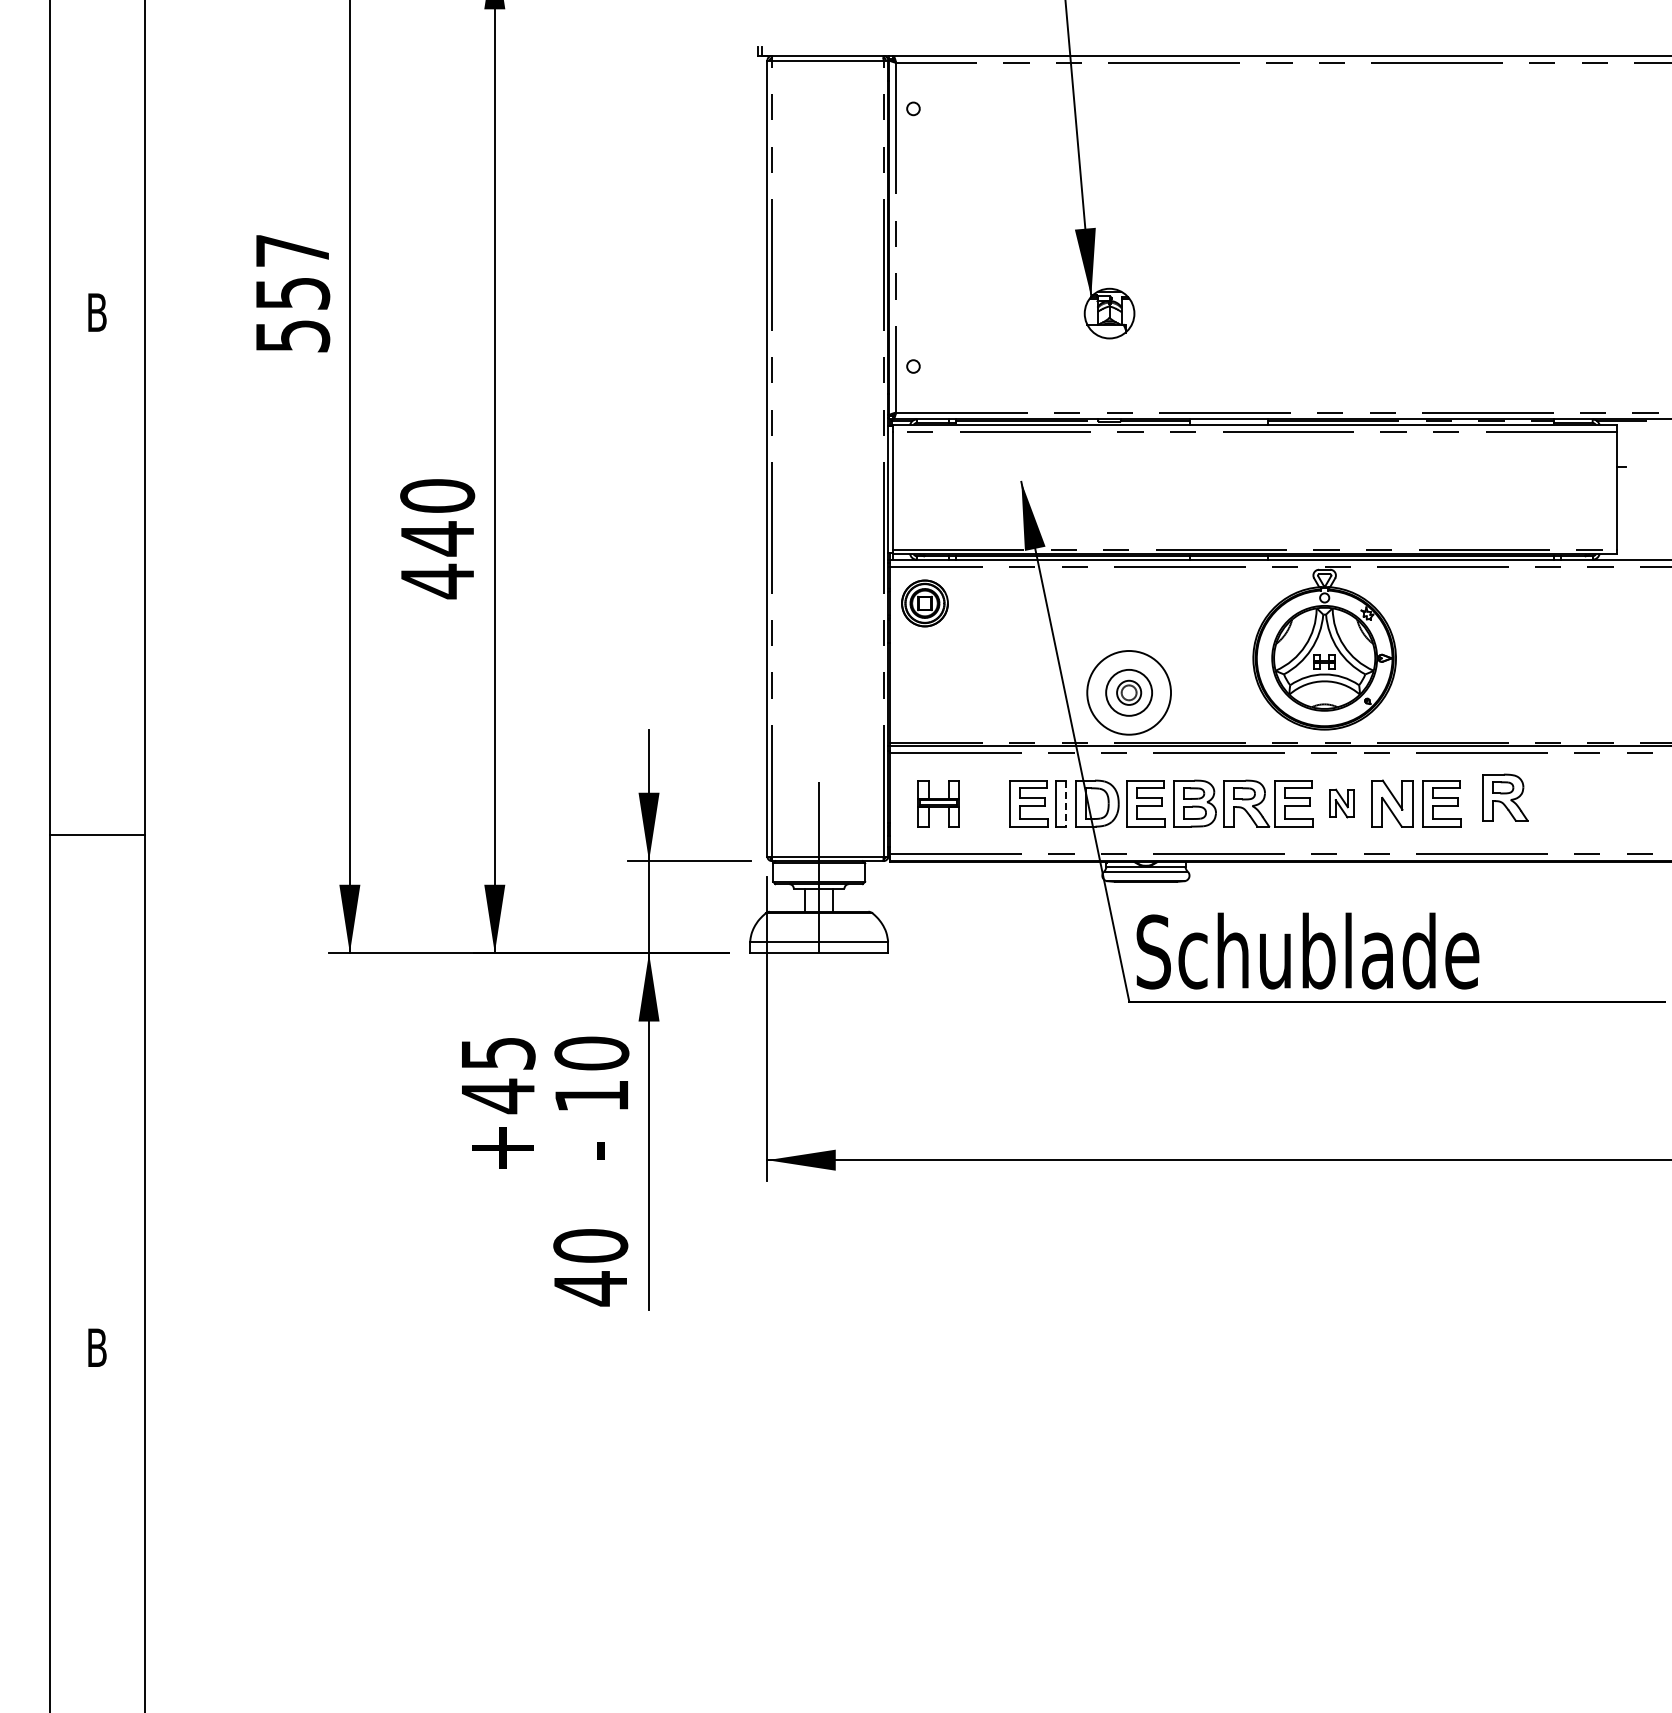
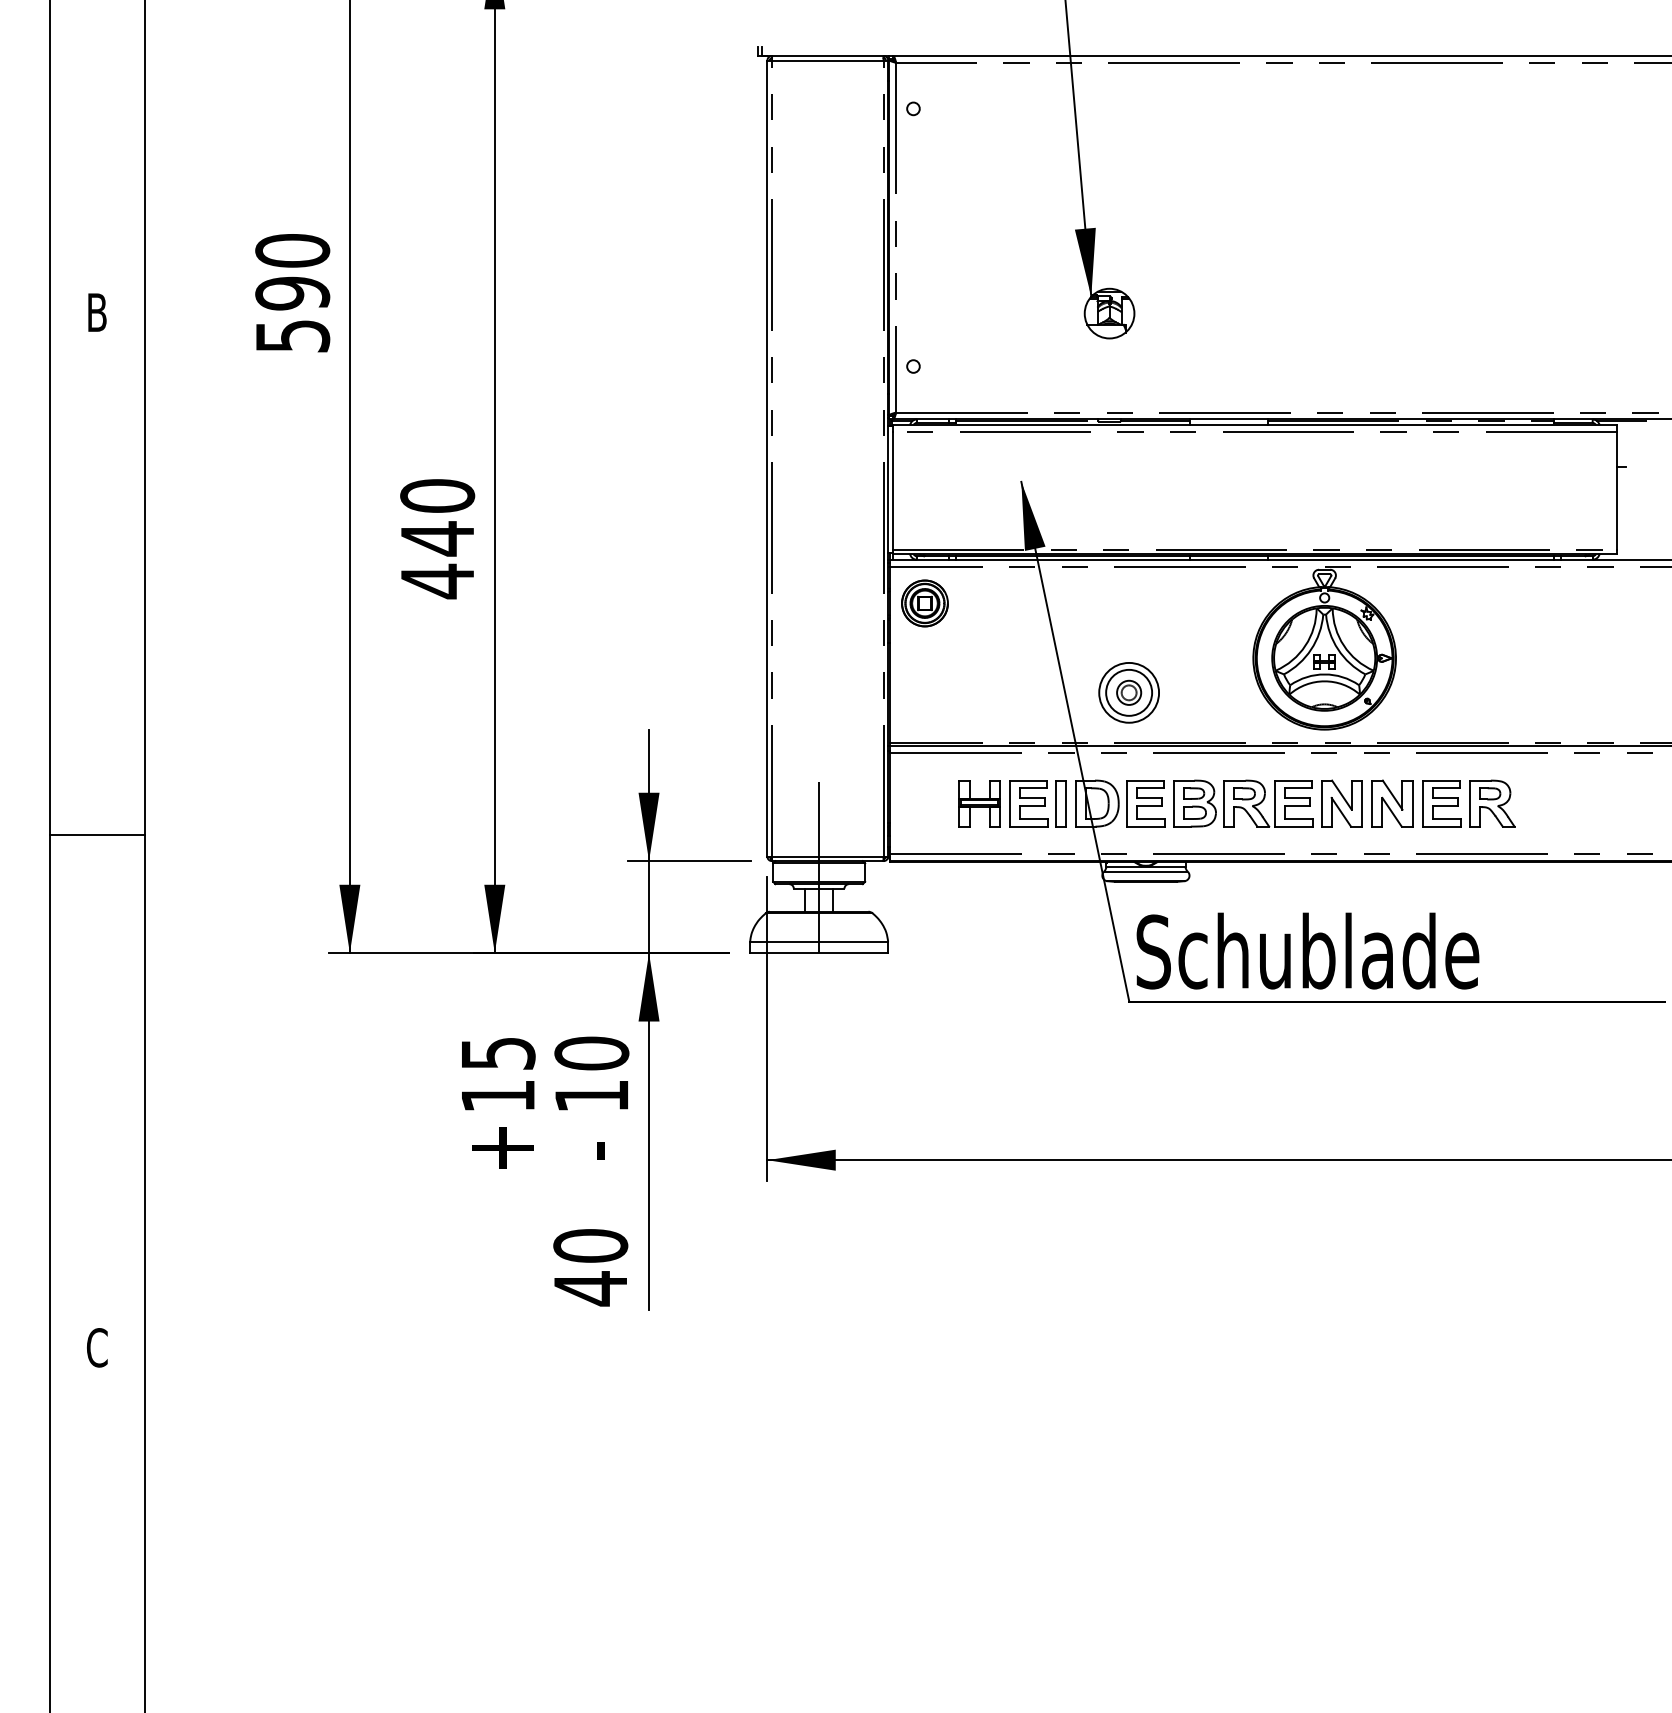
text at (292, 272): 557 -> 590
circle at (1129, 692) diameter: 84 px -> 60 px
part at (1505, 797) position: (1505, 797) -> (1492, 803)
part at (938, 803) position: (938, 803) -> (979, 803)
part at (1341, 803) size: 26x31 px -> 42x49 px
line at (1066, 804): dashed -> solid
text at (498, 1096): 45 -> 15
text at (96, 1347): B -> C
